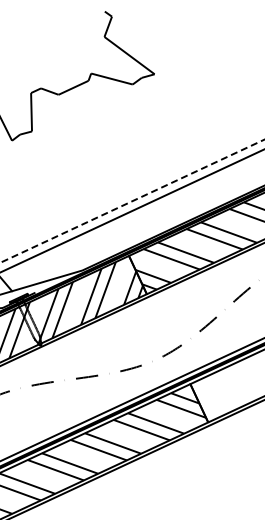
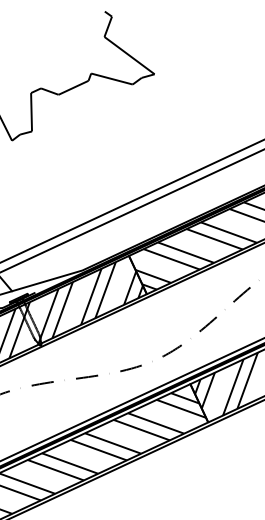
line at (132, 201): dashed -> solid
hatch at (226, 383): none -> present
